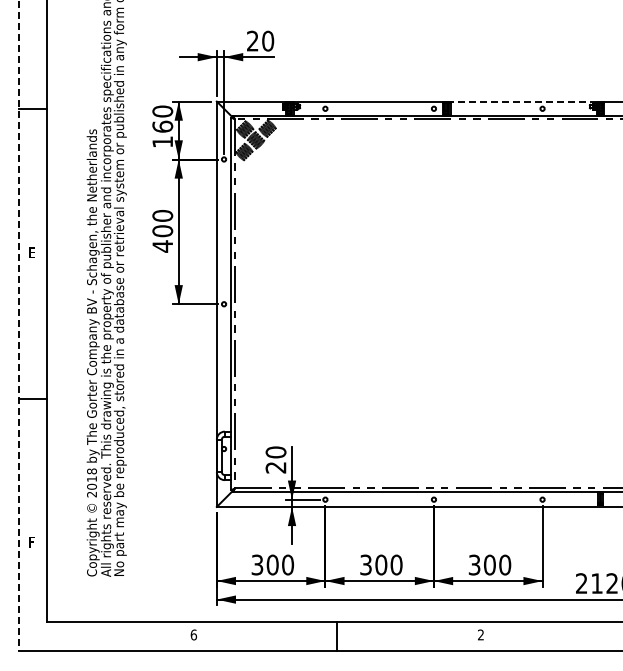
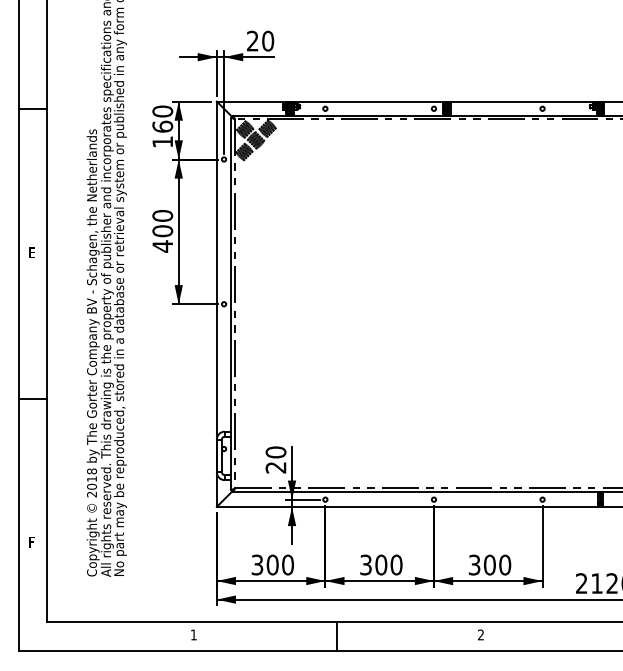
line at (523, 101): dashed -> solid
line at (18, 325): dashed -> solid
text at (193, 634): 6 -> 1
